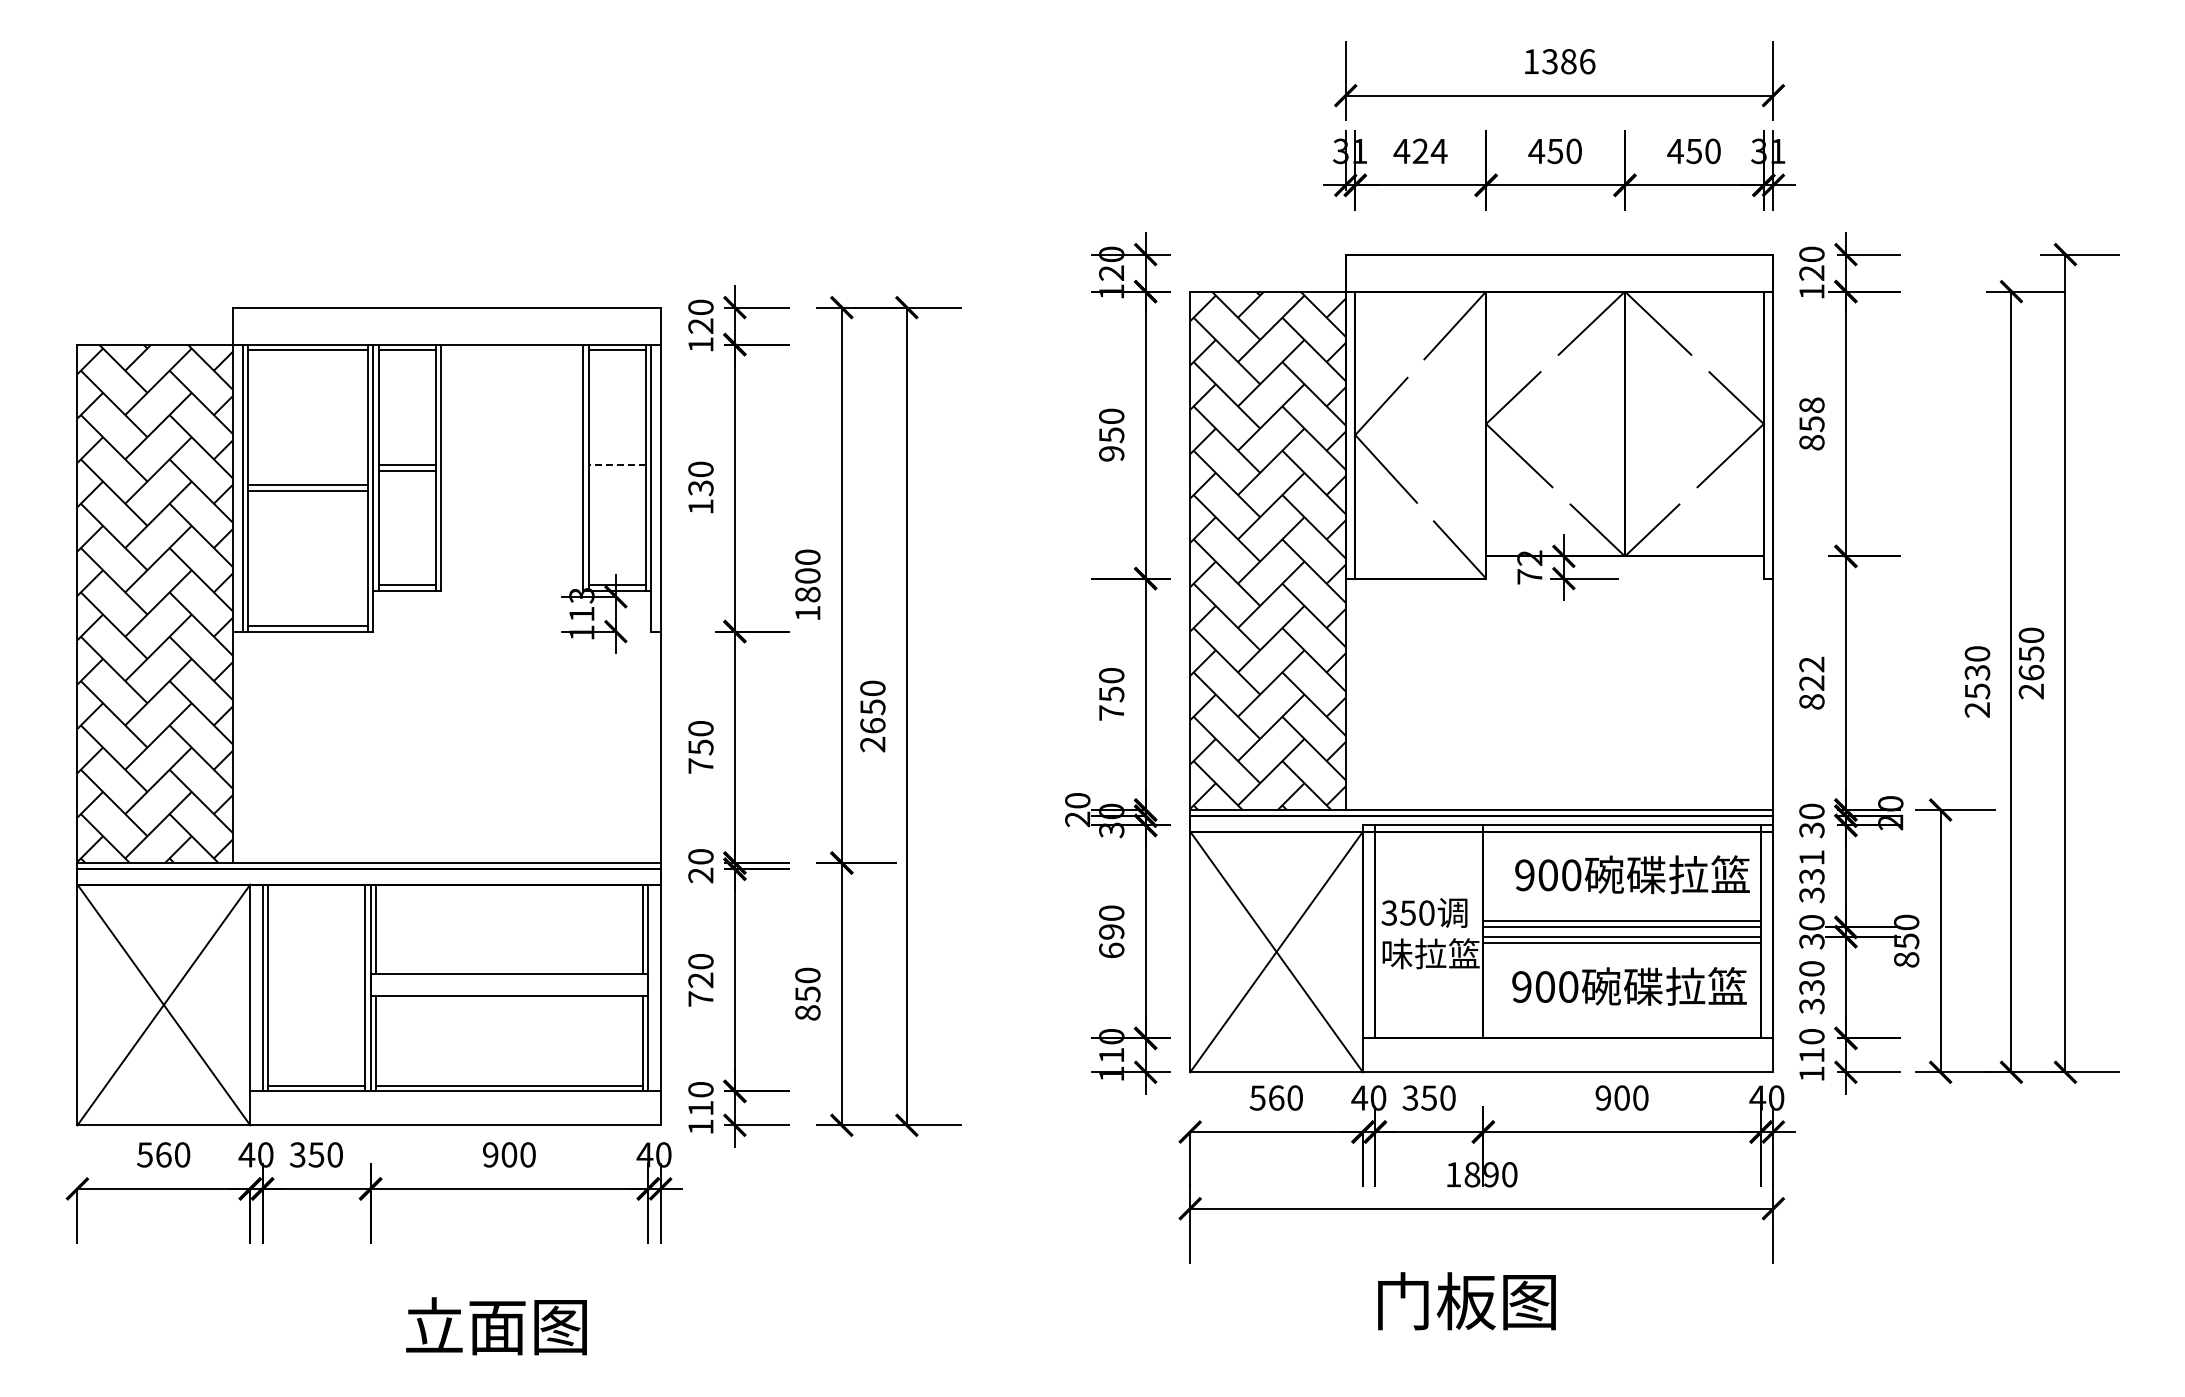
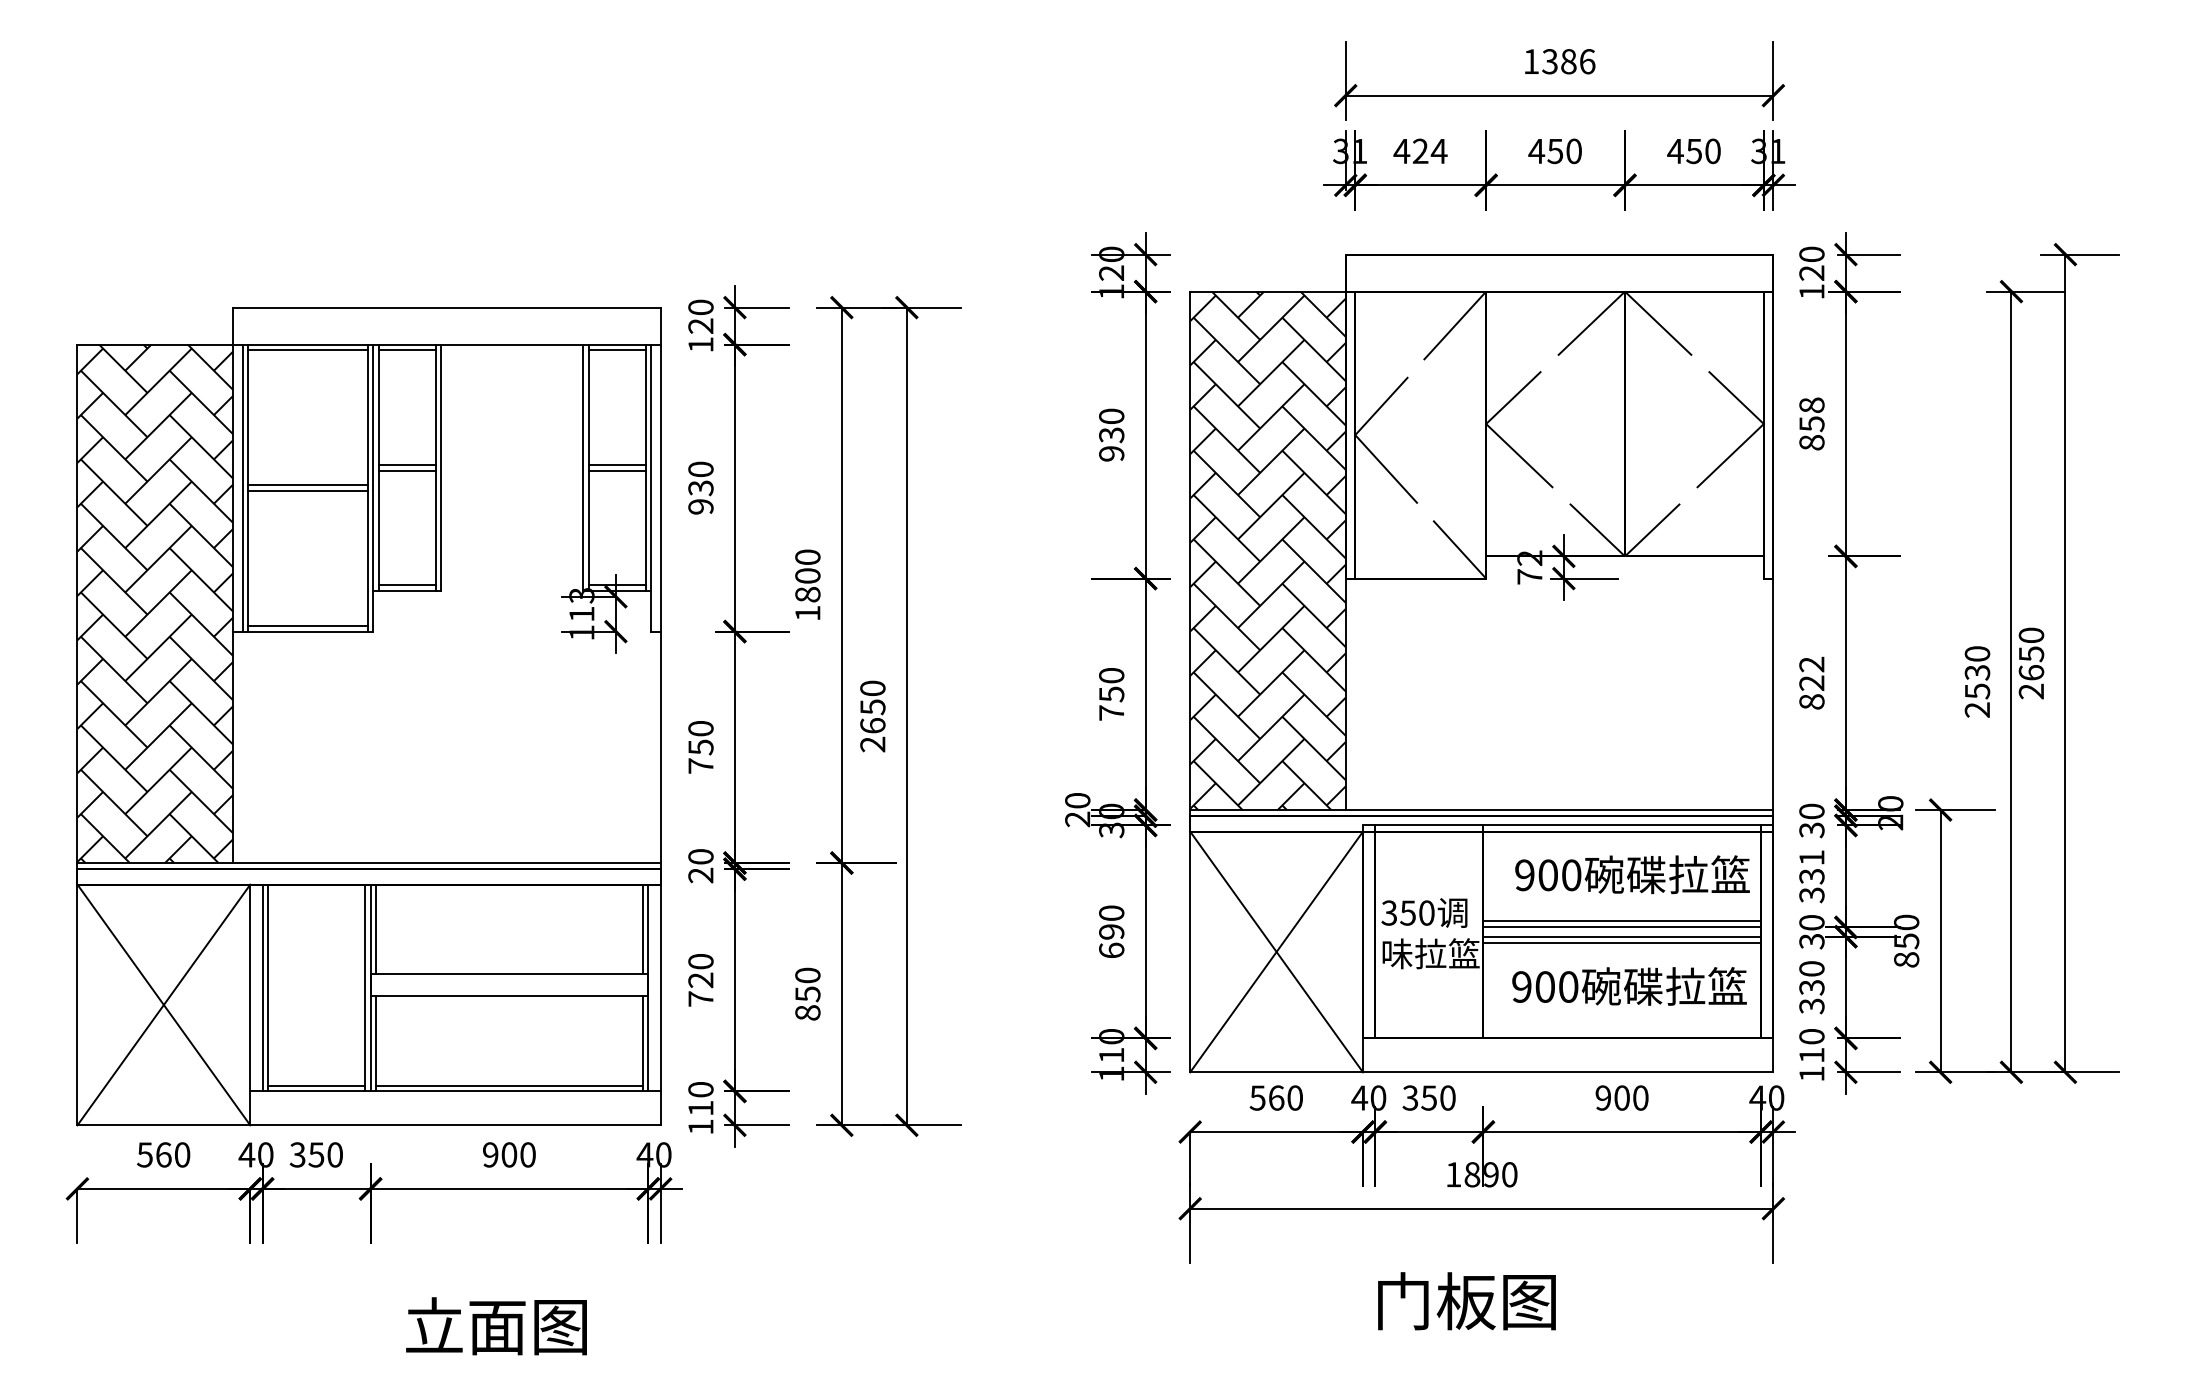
text at (1111, 434): 950 -> 930
line at (616, 465): dashed -> solid
line at (616, 470): none -> present
text at (700, 506): 130 -> 930
